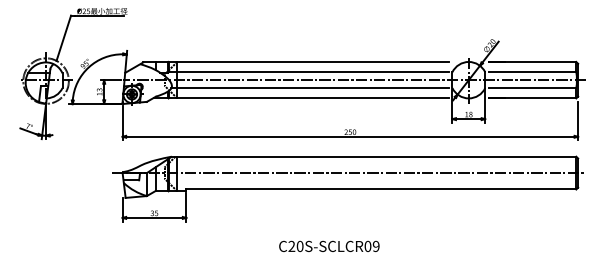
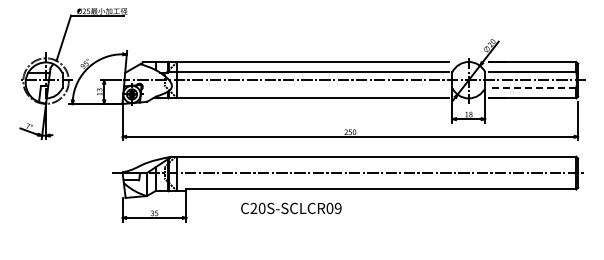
line at (309, 88): present -> none
line at (532, 88): solid -> dashed
text at (329, 246) position: (329, 246) -> (291, 208)
